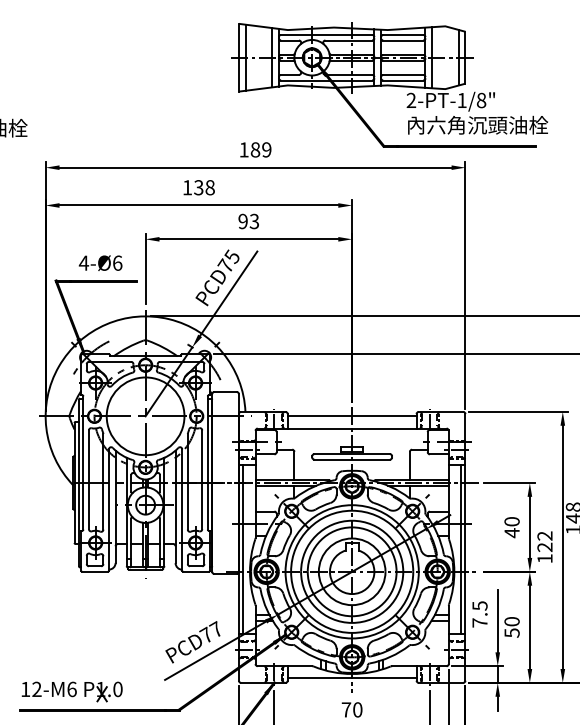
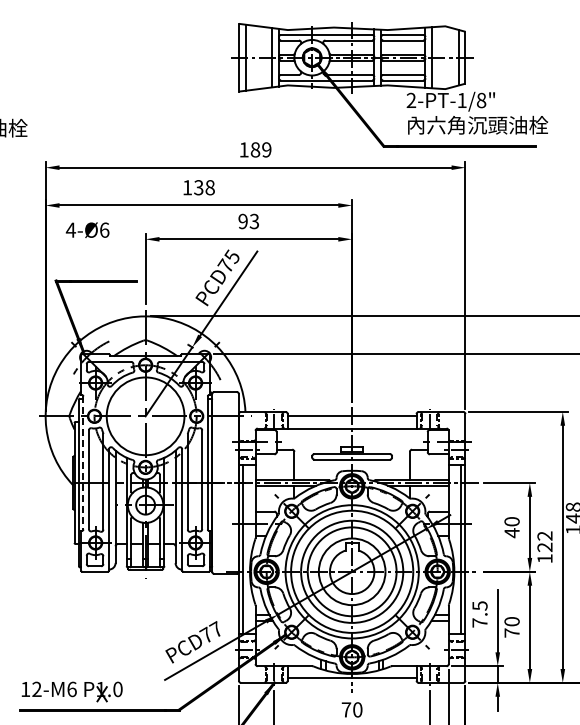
text at (100, 262) position: (100, 262) -> (87, 229)
line at (83, 462): solid -> dashed
text at (511, 632): 50 -> 70
